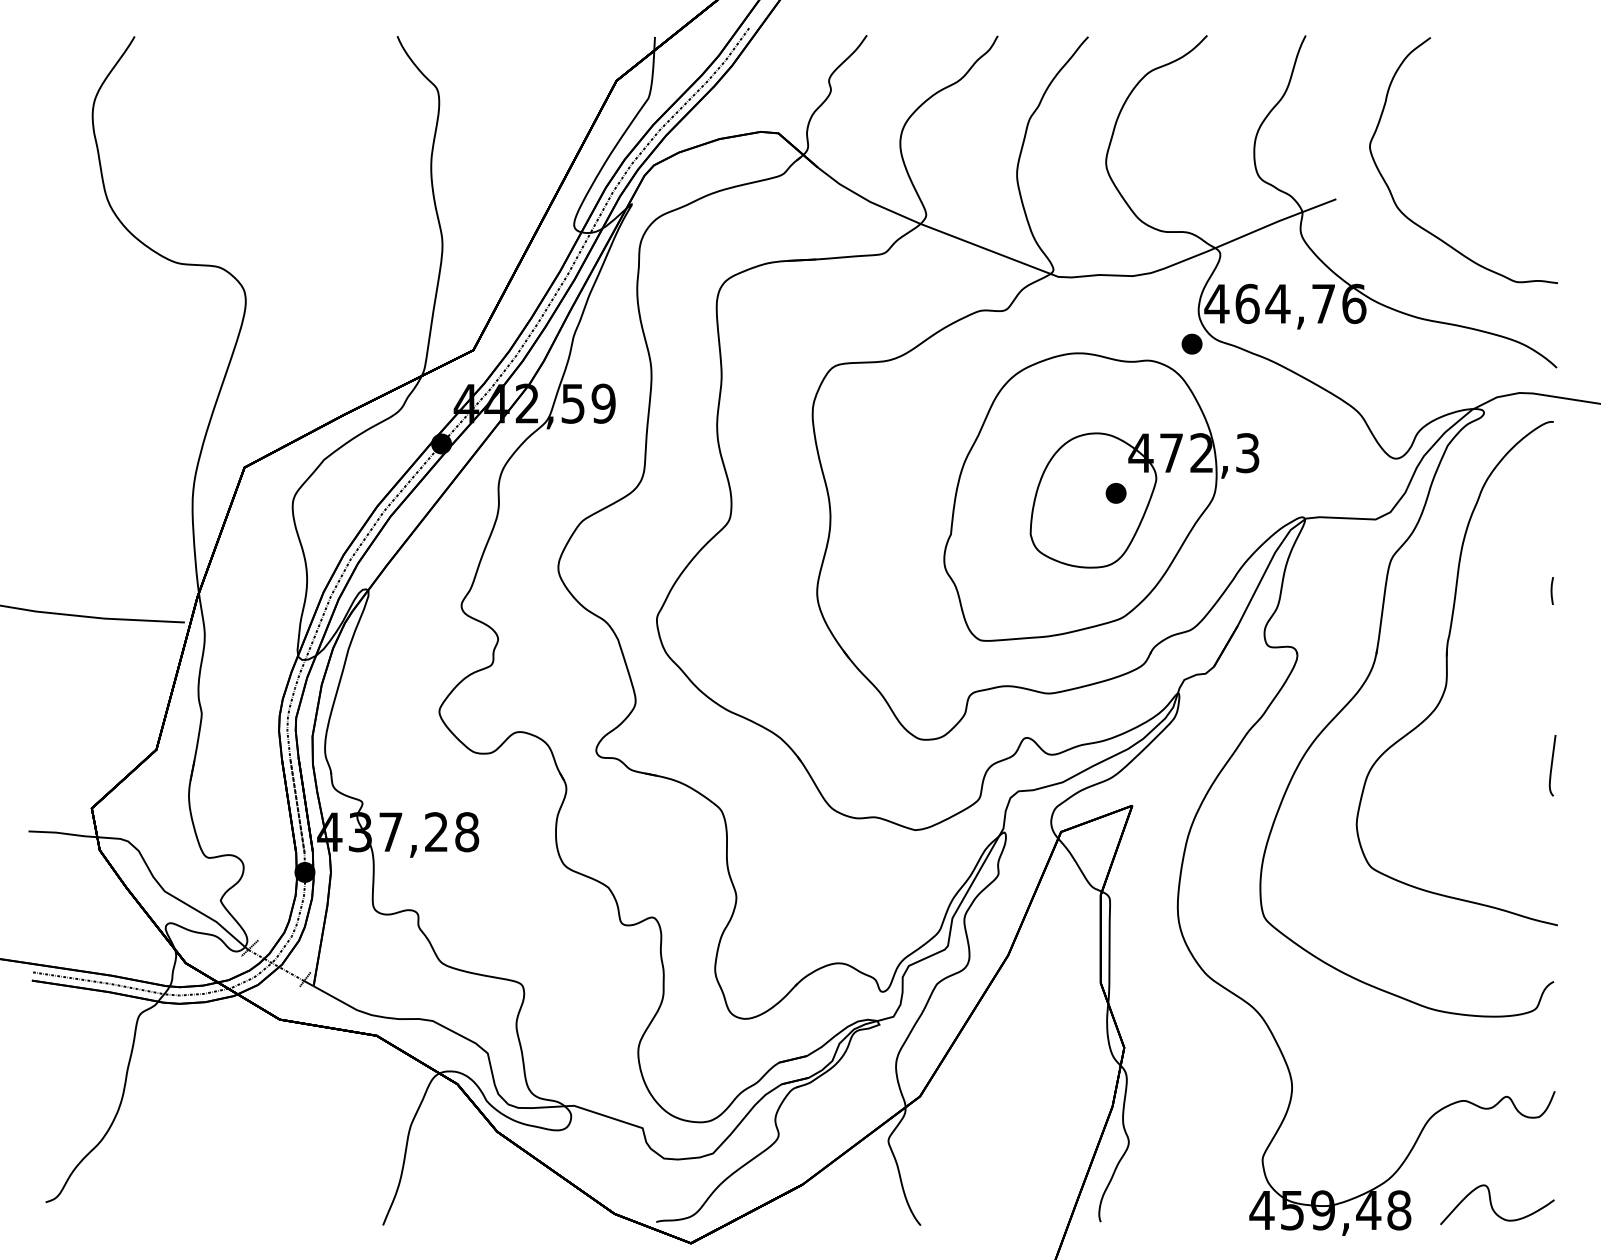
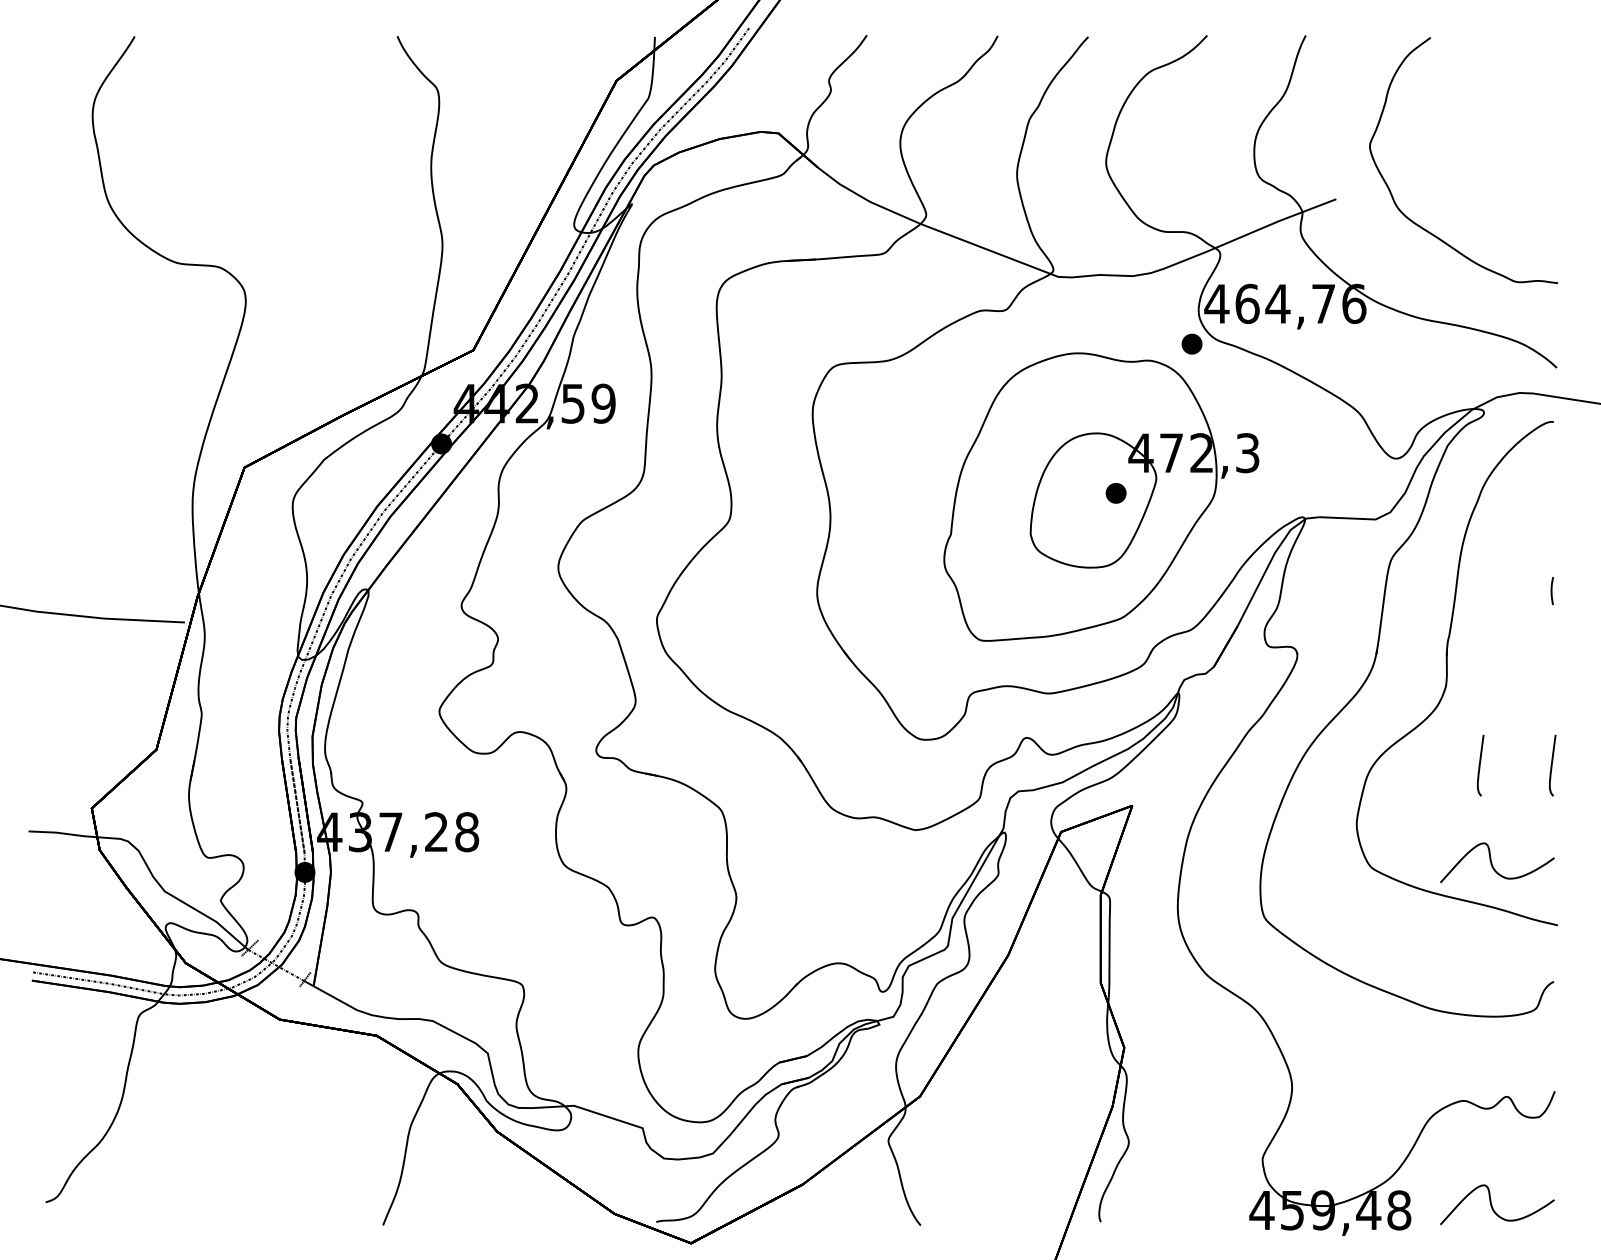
part at (1480, 765): none -> present
curve at (1492, 862): none -> present
